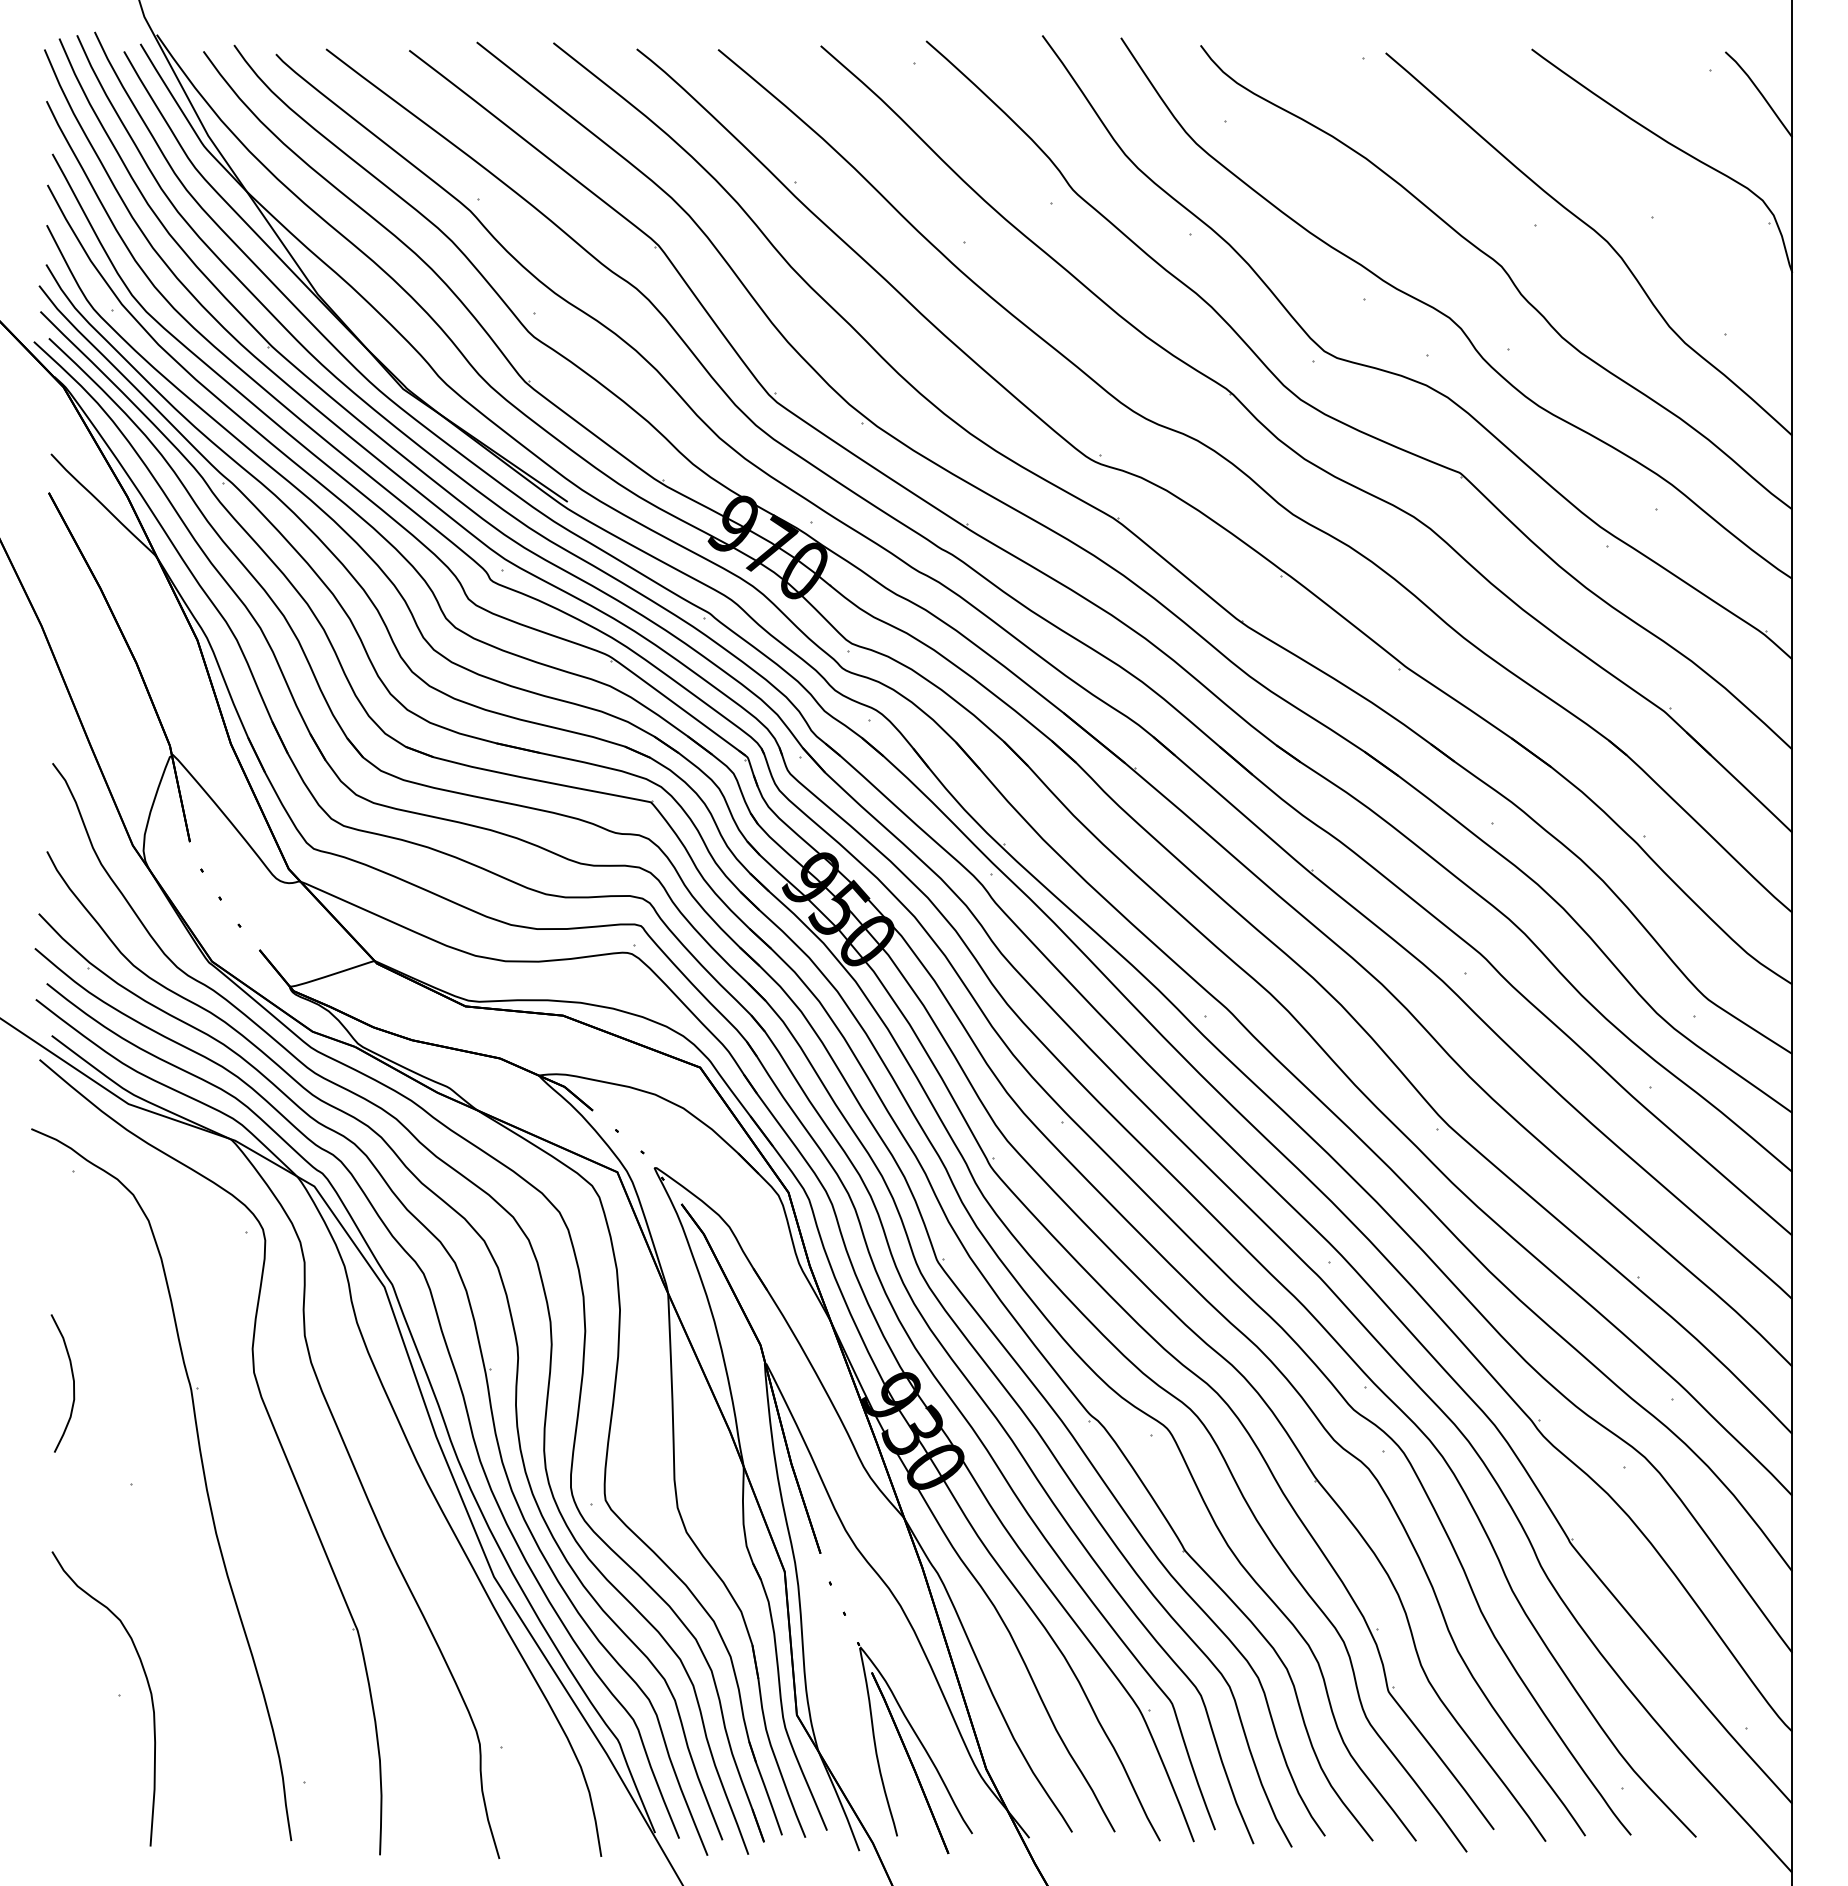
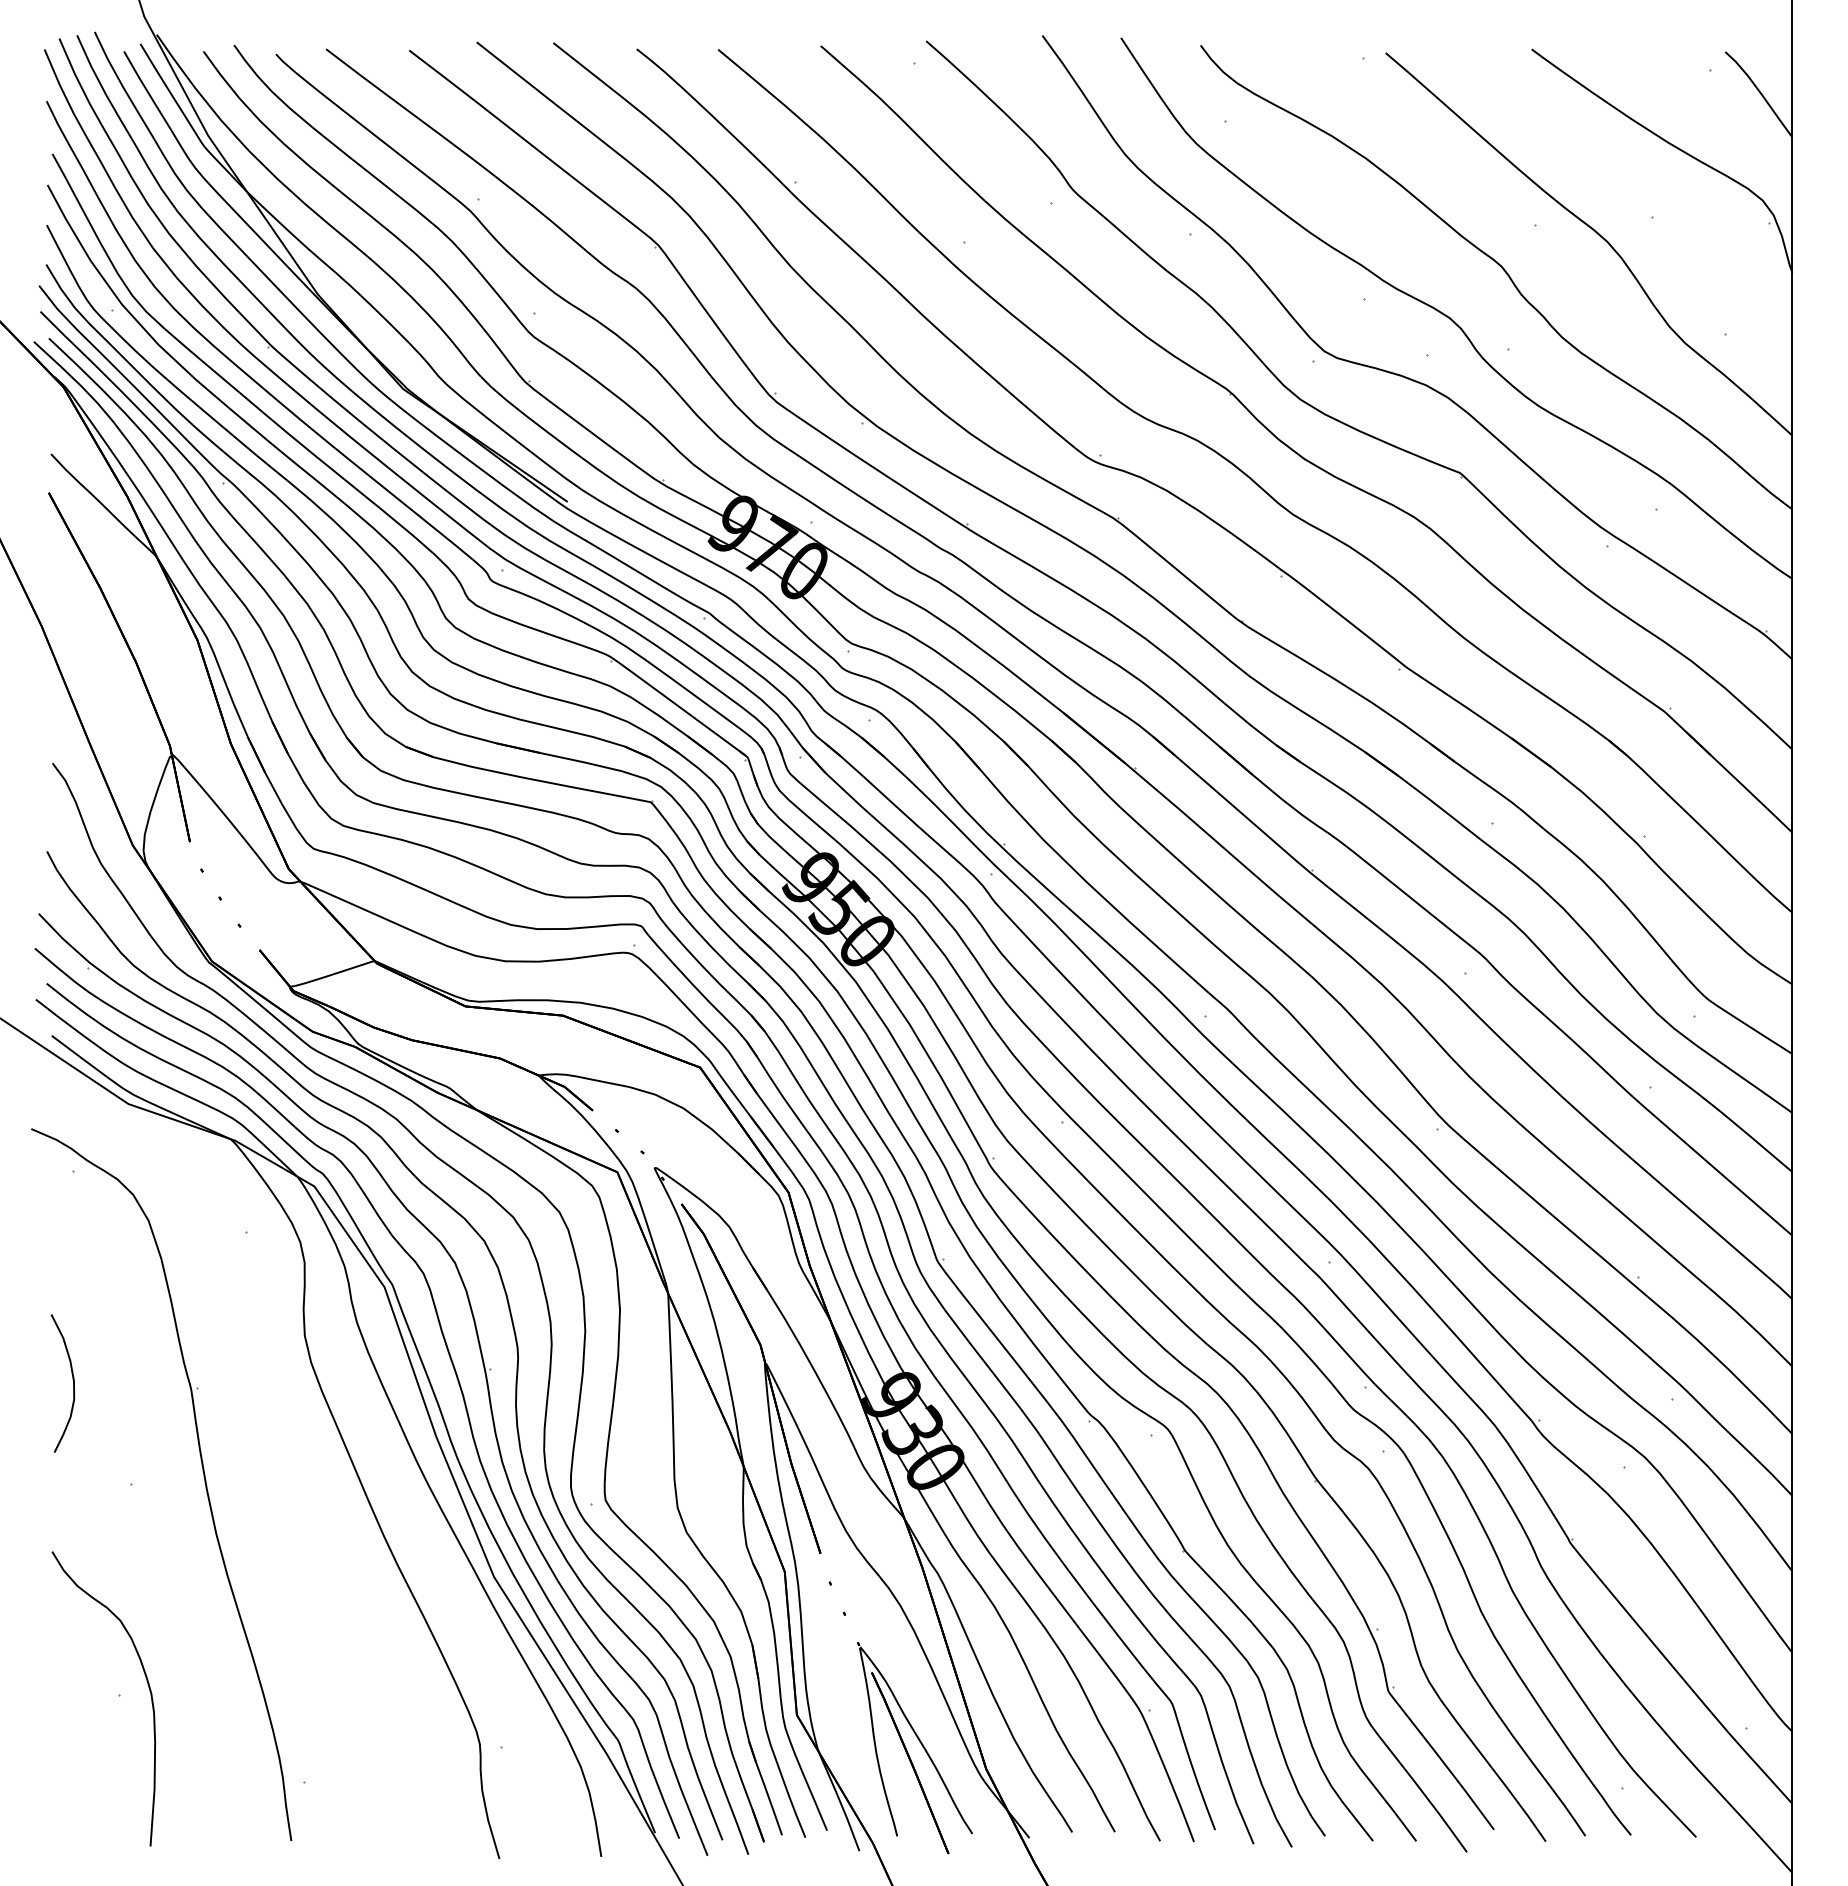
part at (274, 1432): present -> none
